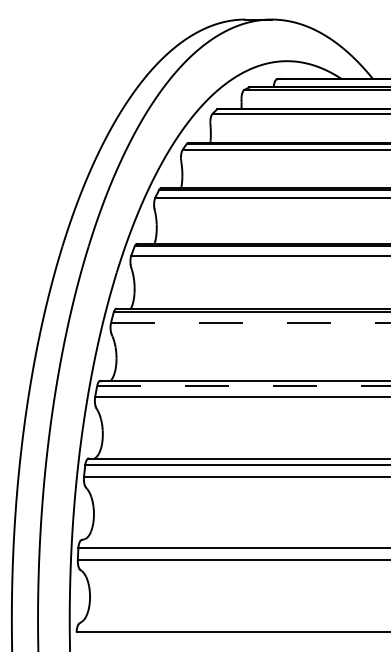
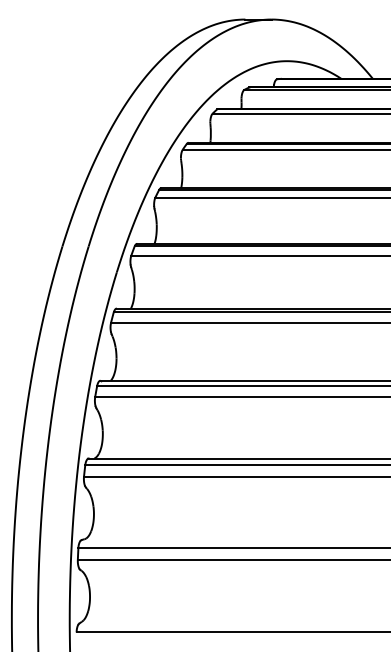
line at (250, 322): dashed -> solid
line at (244, 385): dashed -> solid
